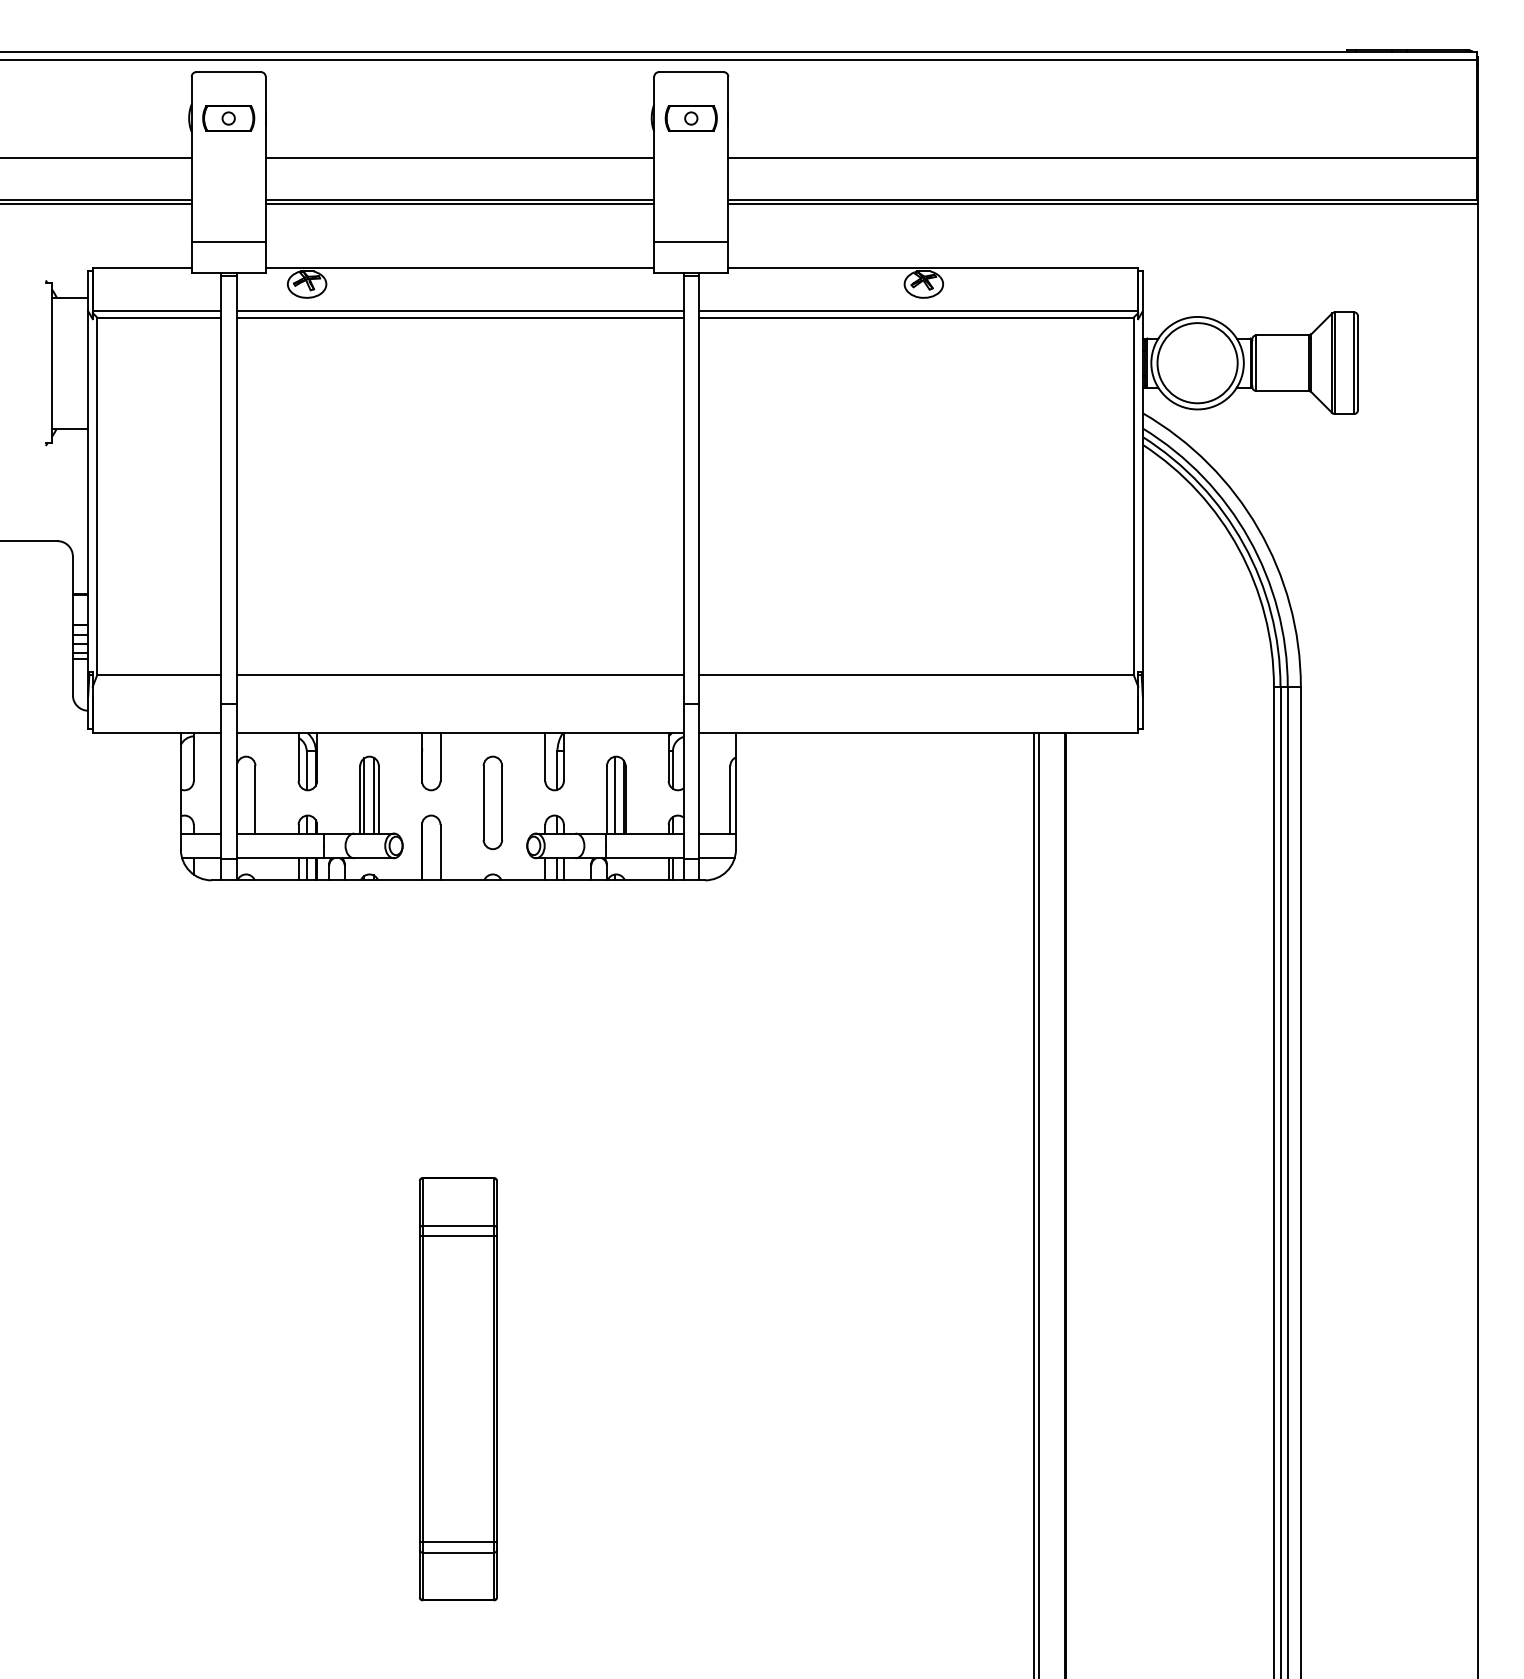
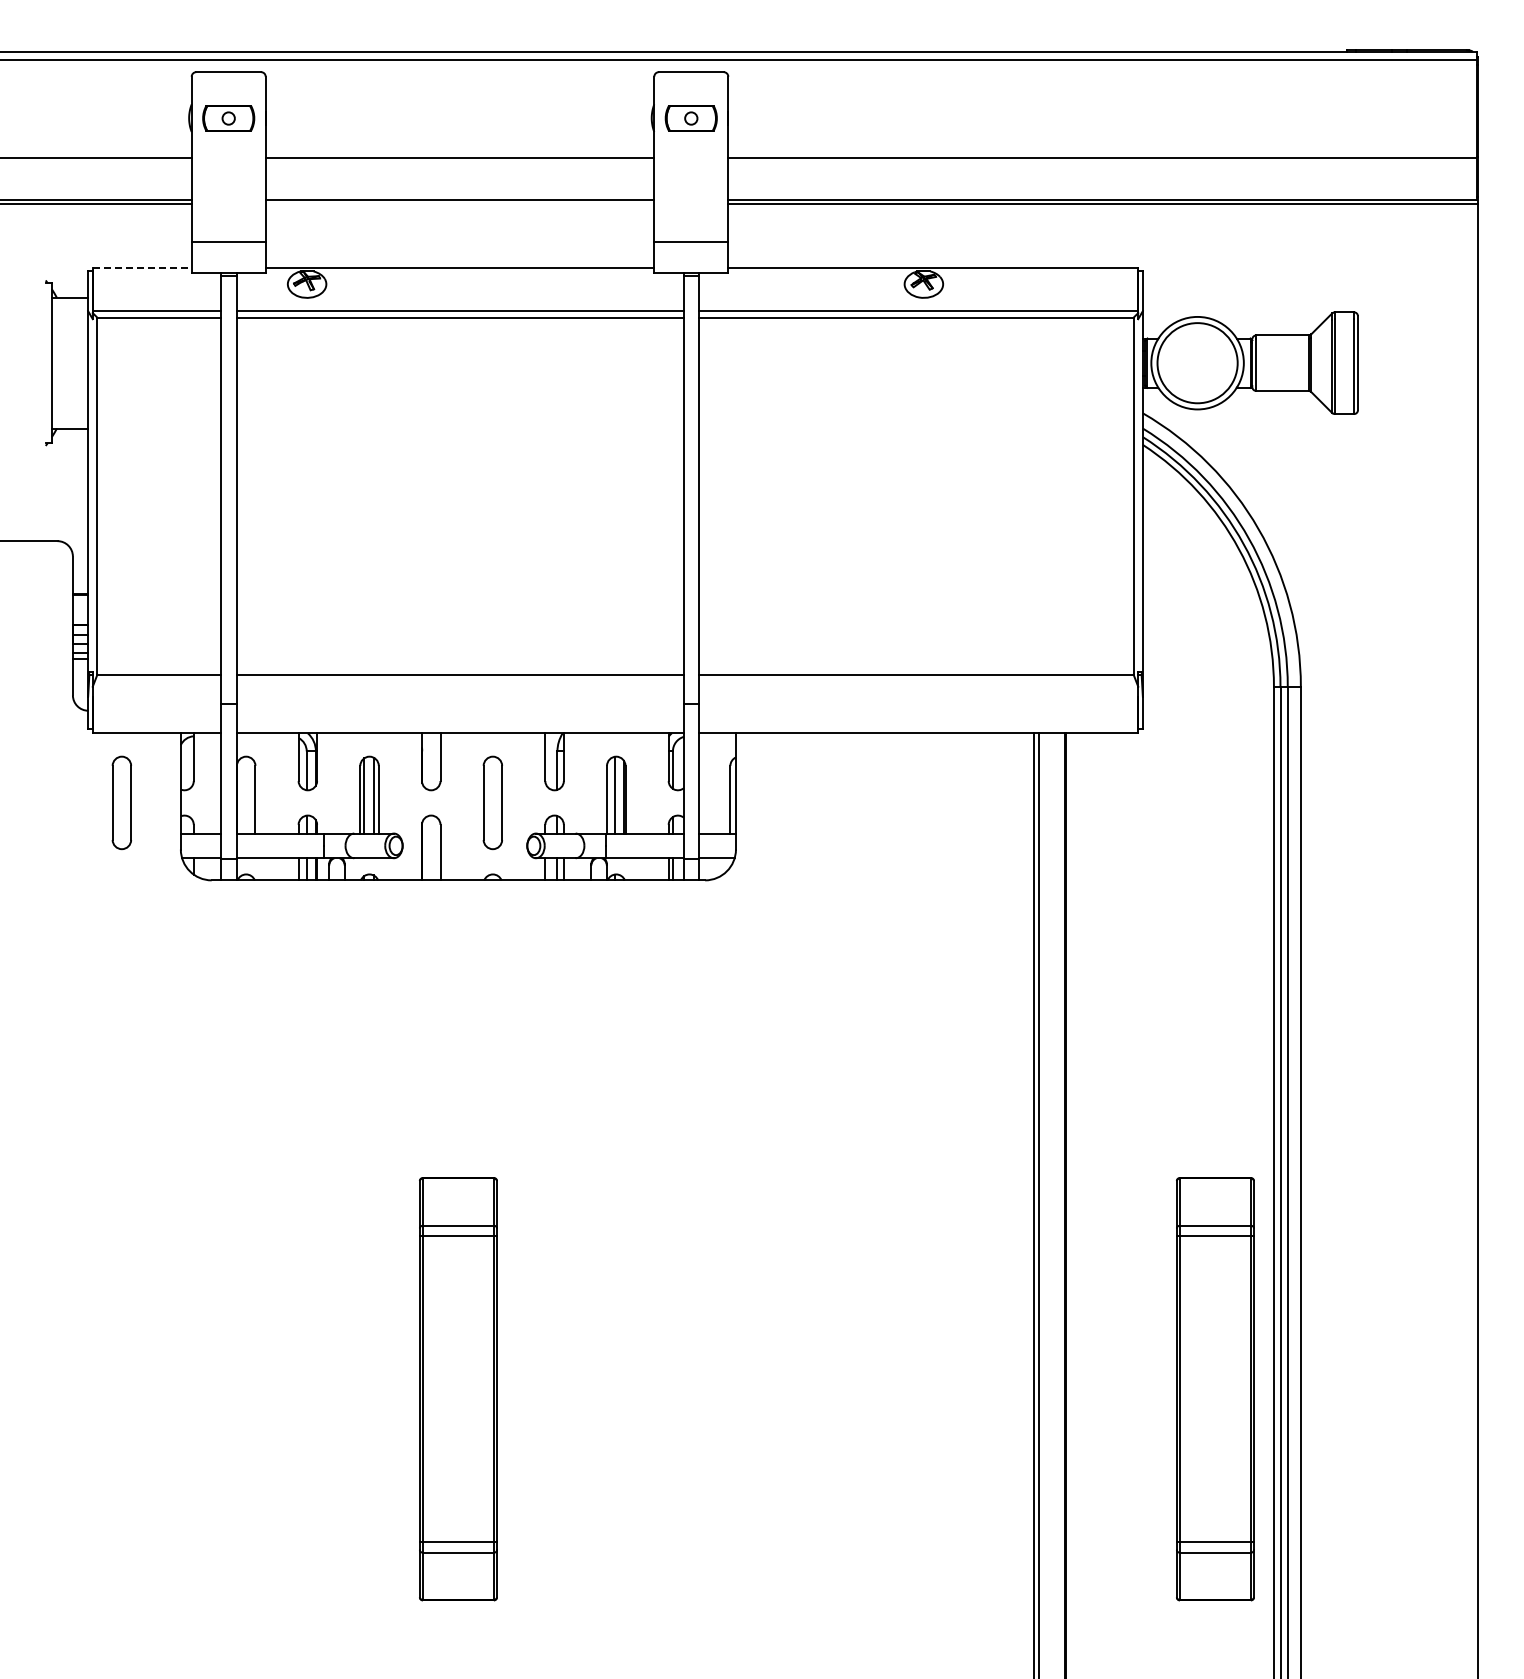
line at (459, 204): present -> none
line at (142, 267): solid -> dashed
part at (121, 802): none -> present
part at (1215, 1389): none -> present
